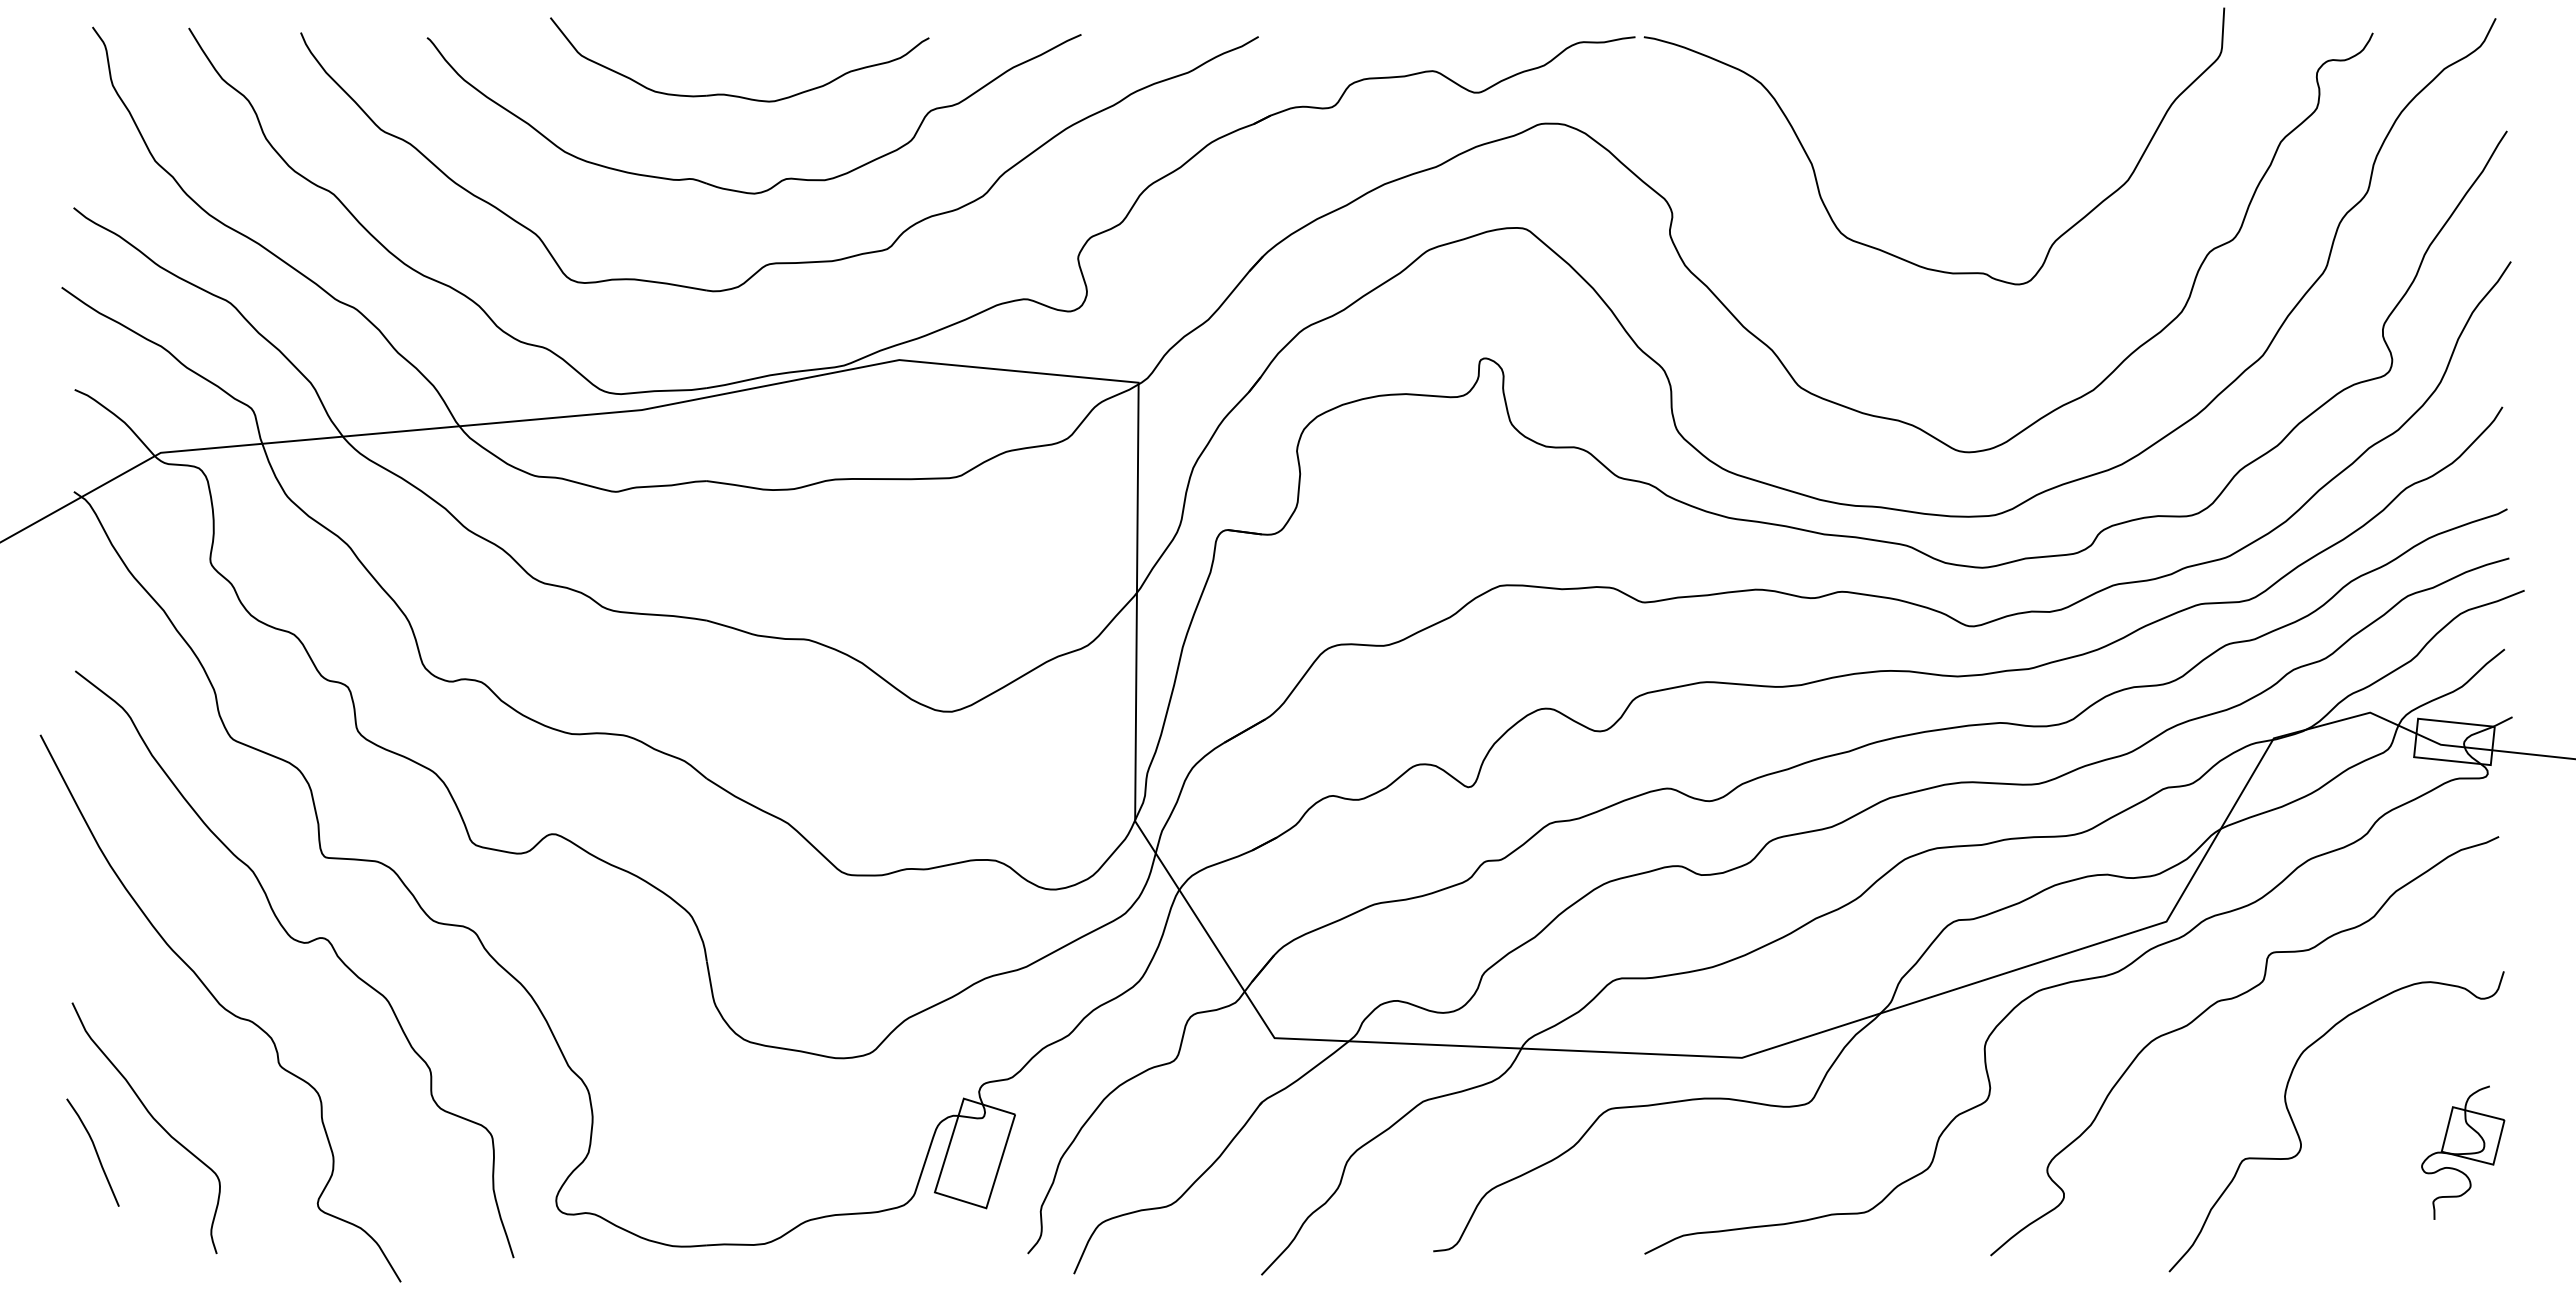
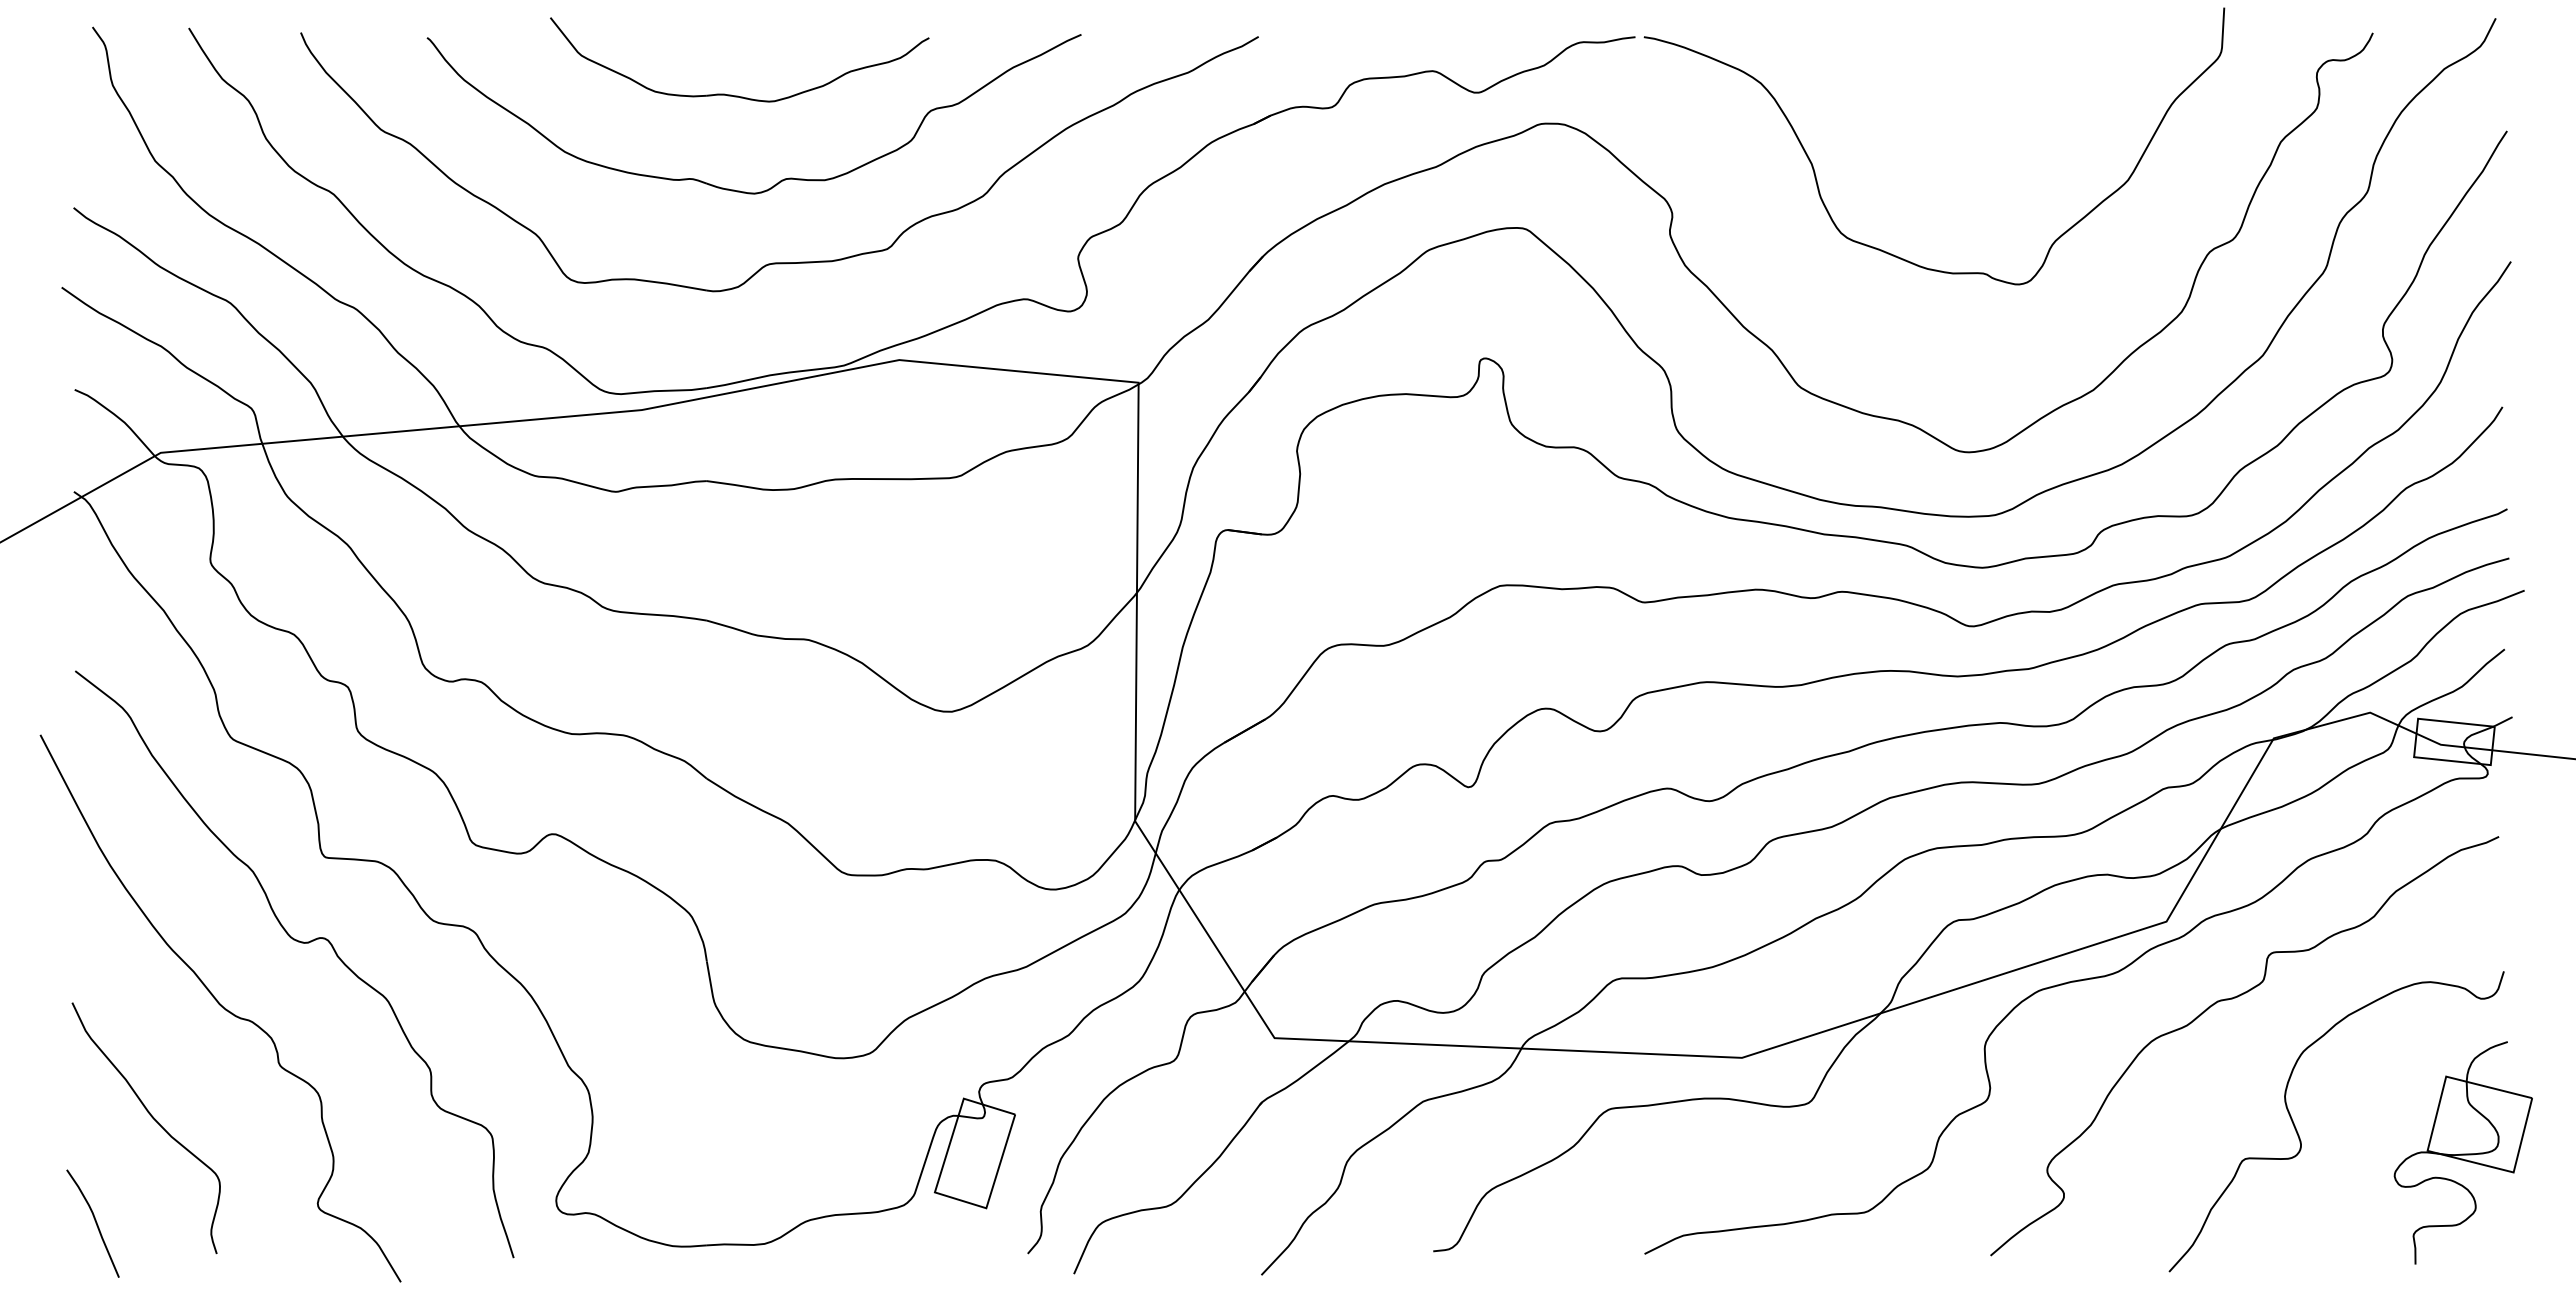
curve at (95, 1152) position: (95, 1152) -> (95, 1223)
part at (2463, 1152) size: 85x135 px -> 140x224 px
